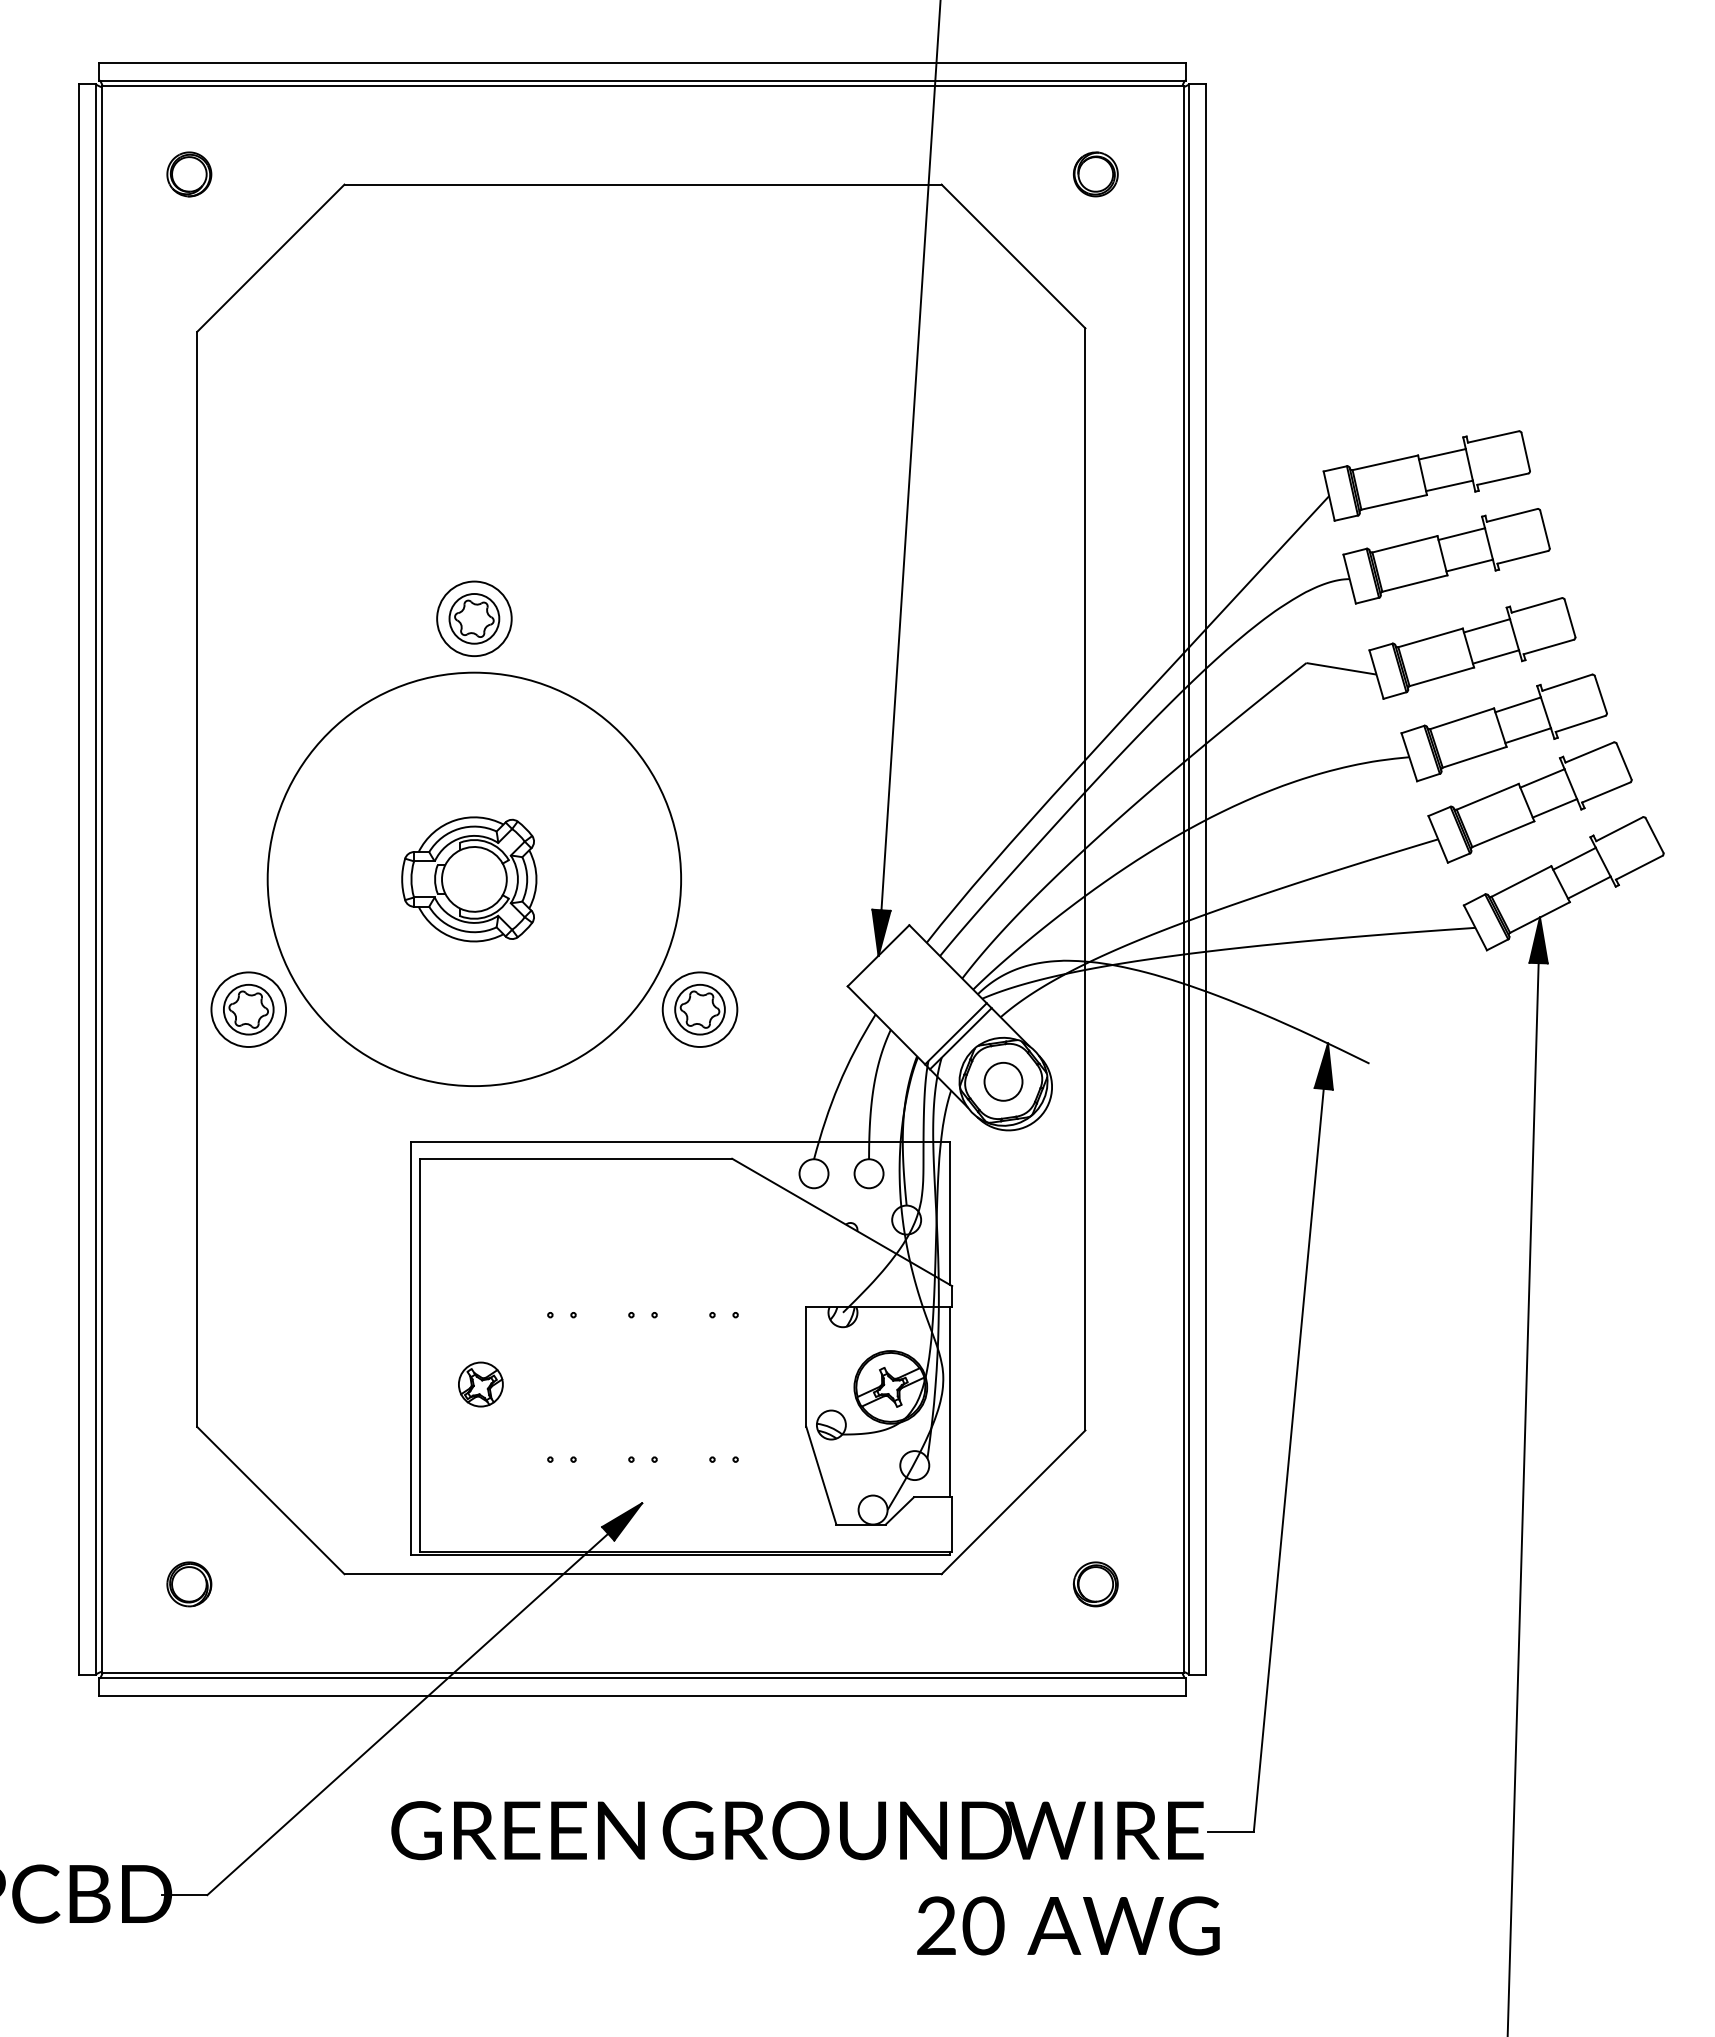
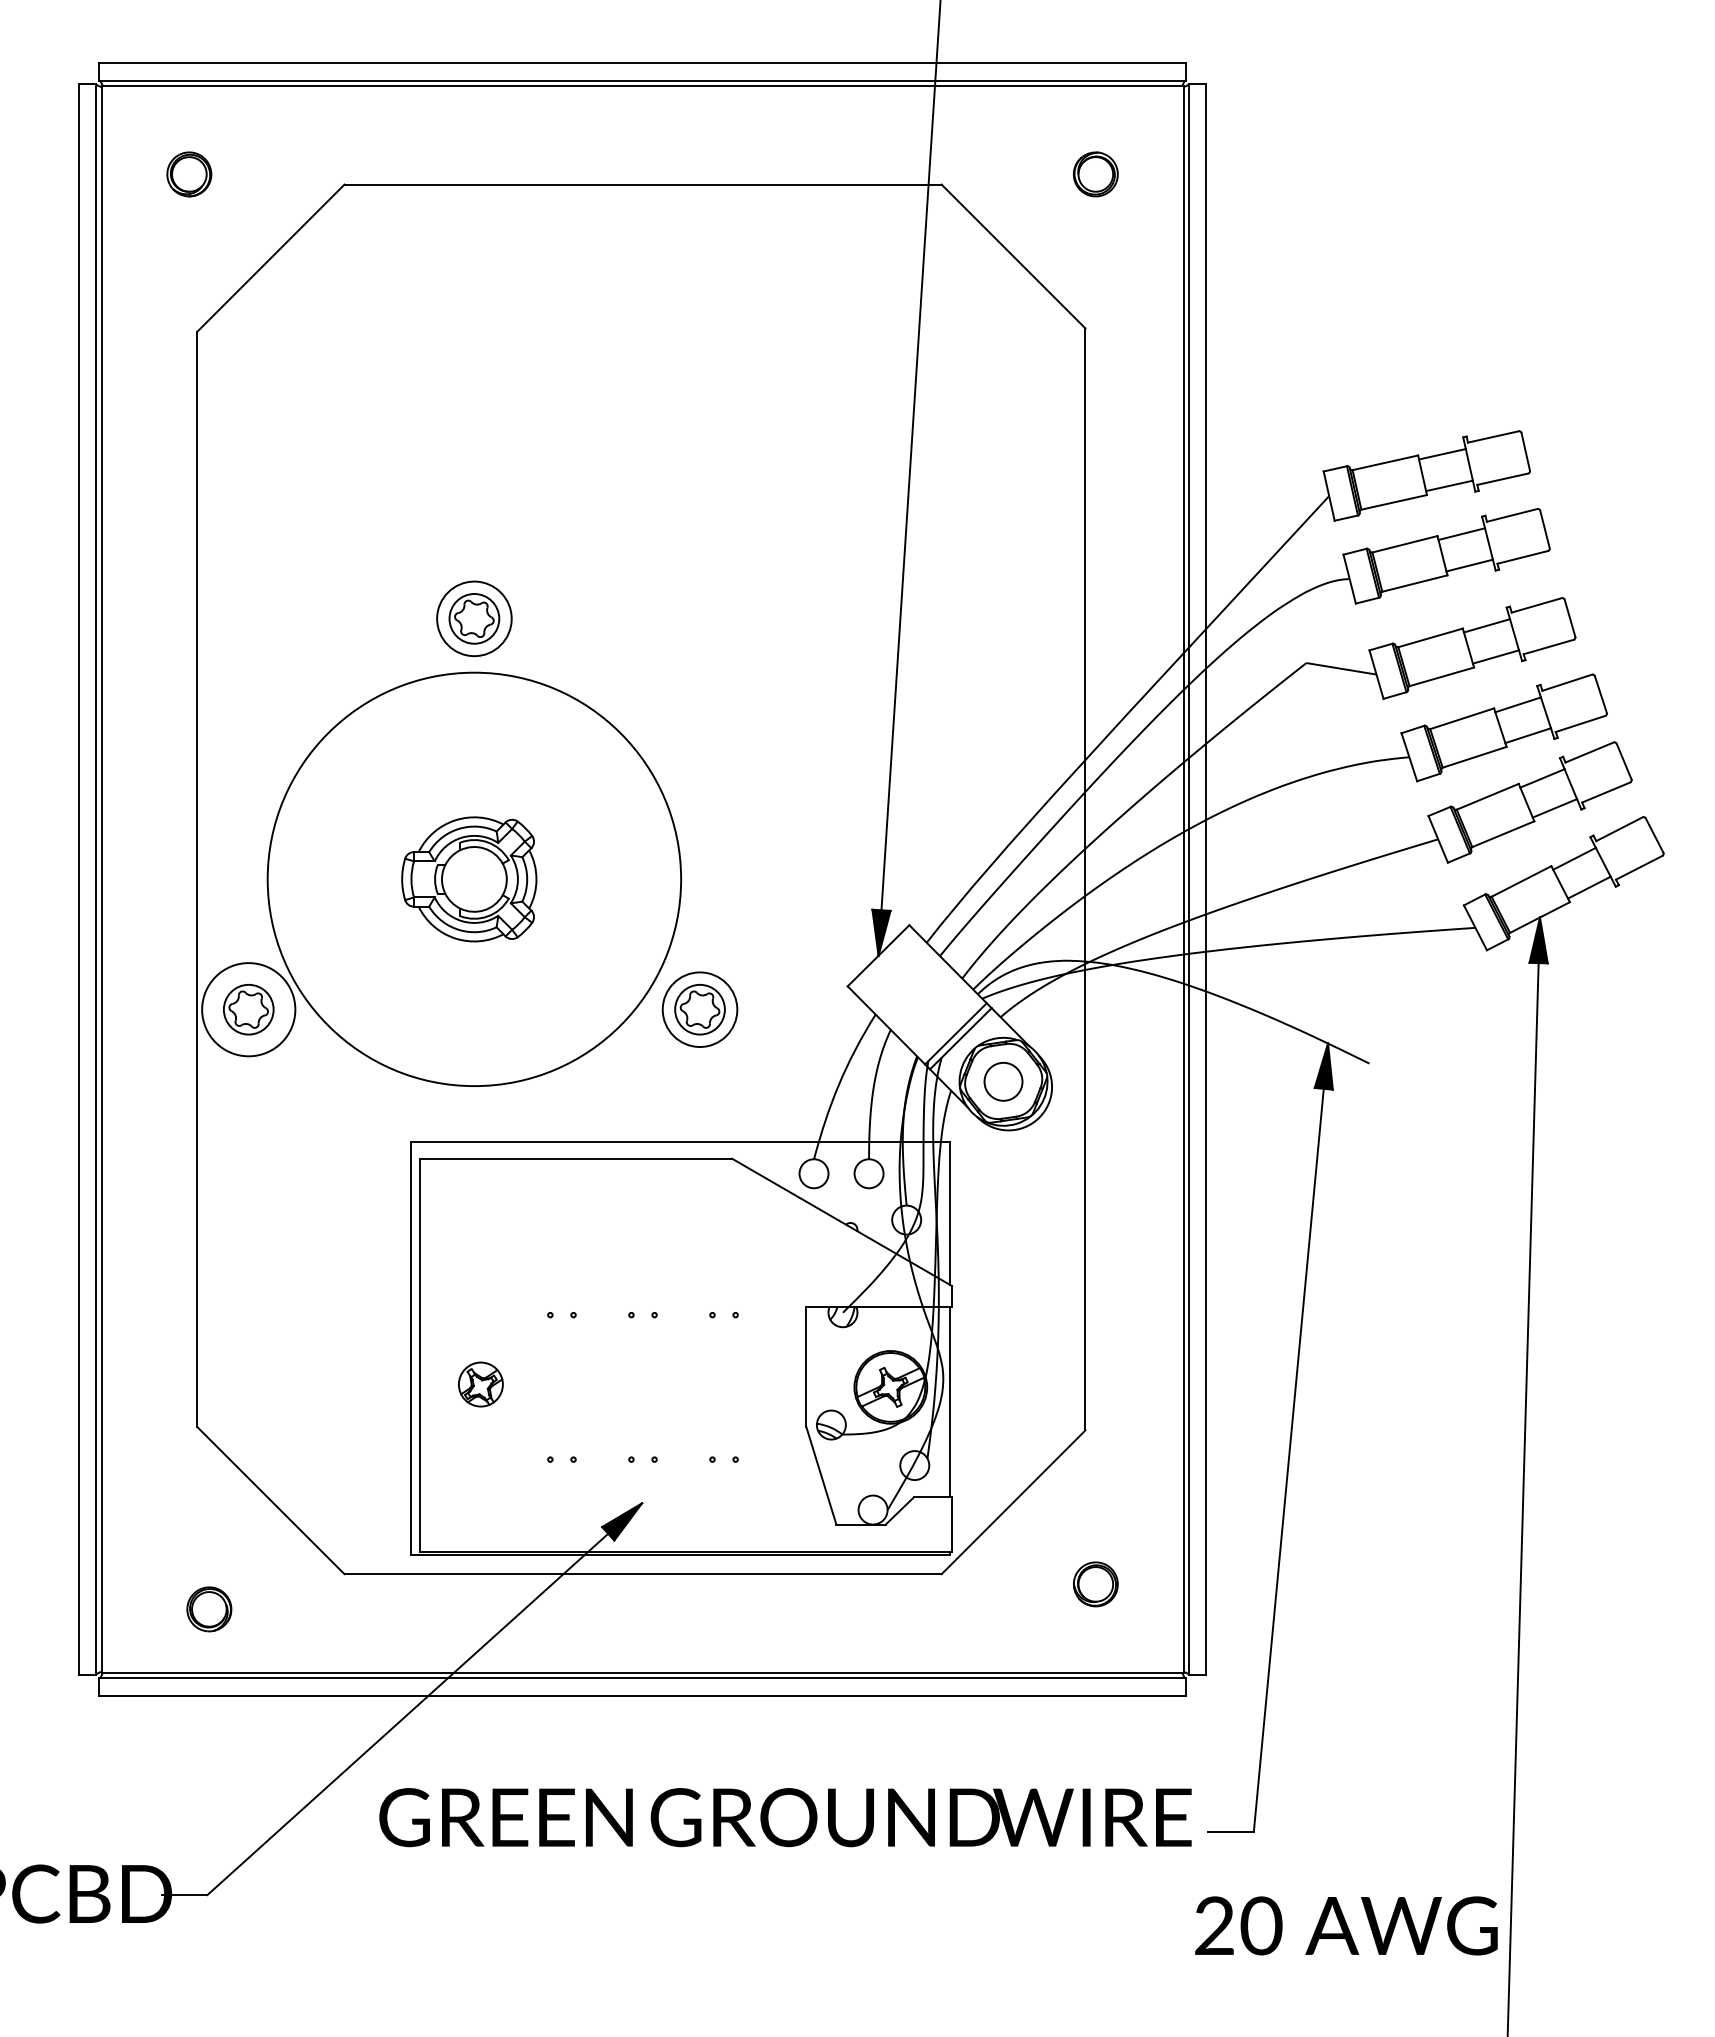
circle at (248, 1009) diameter: 75 px -> 93 px
part at (189, 1584) position: (189, 1584) -> (209, 1609)
text at (797, 1830) position: (797, 1830) -> (785, 1817)
text at (1068, 1925) position: (1068, 1925) -> (1346, 1925)
